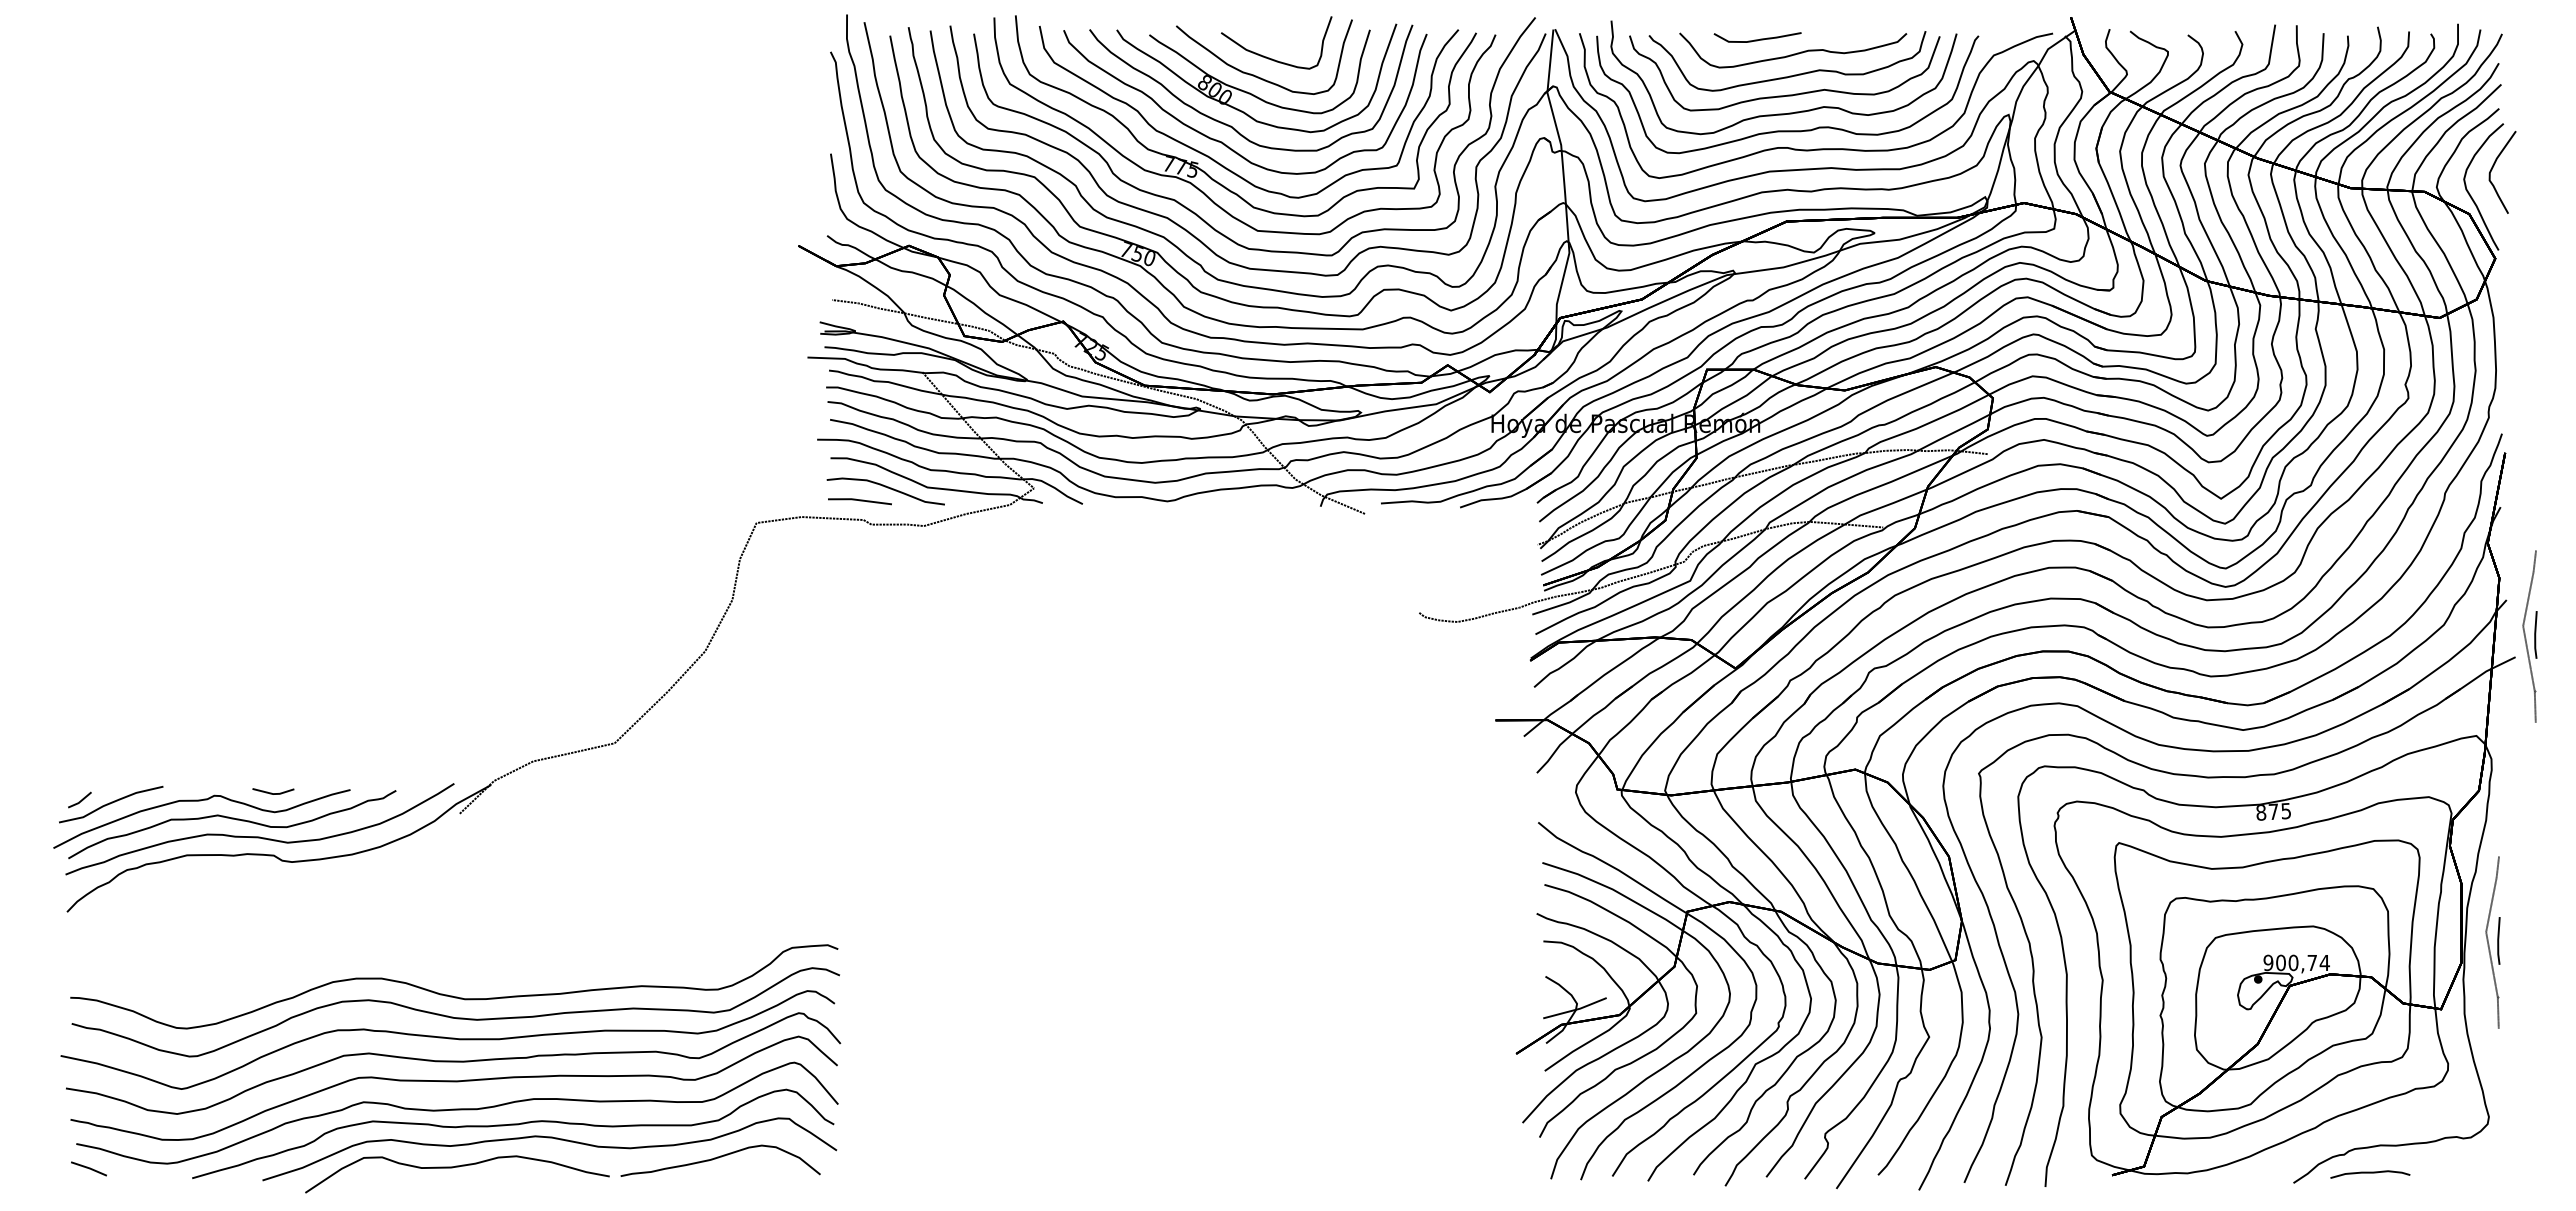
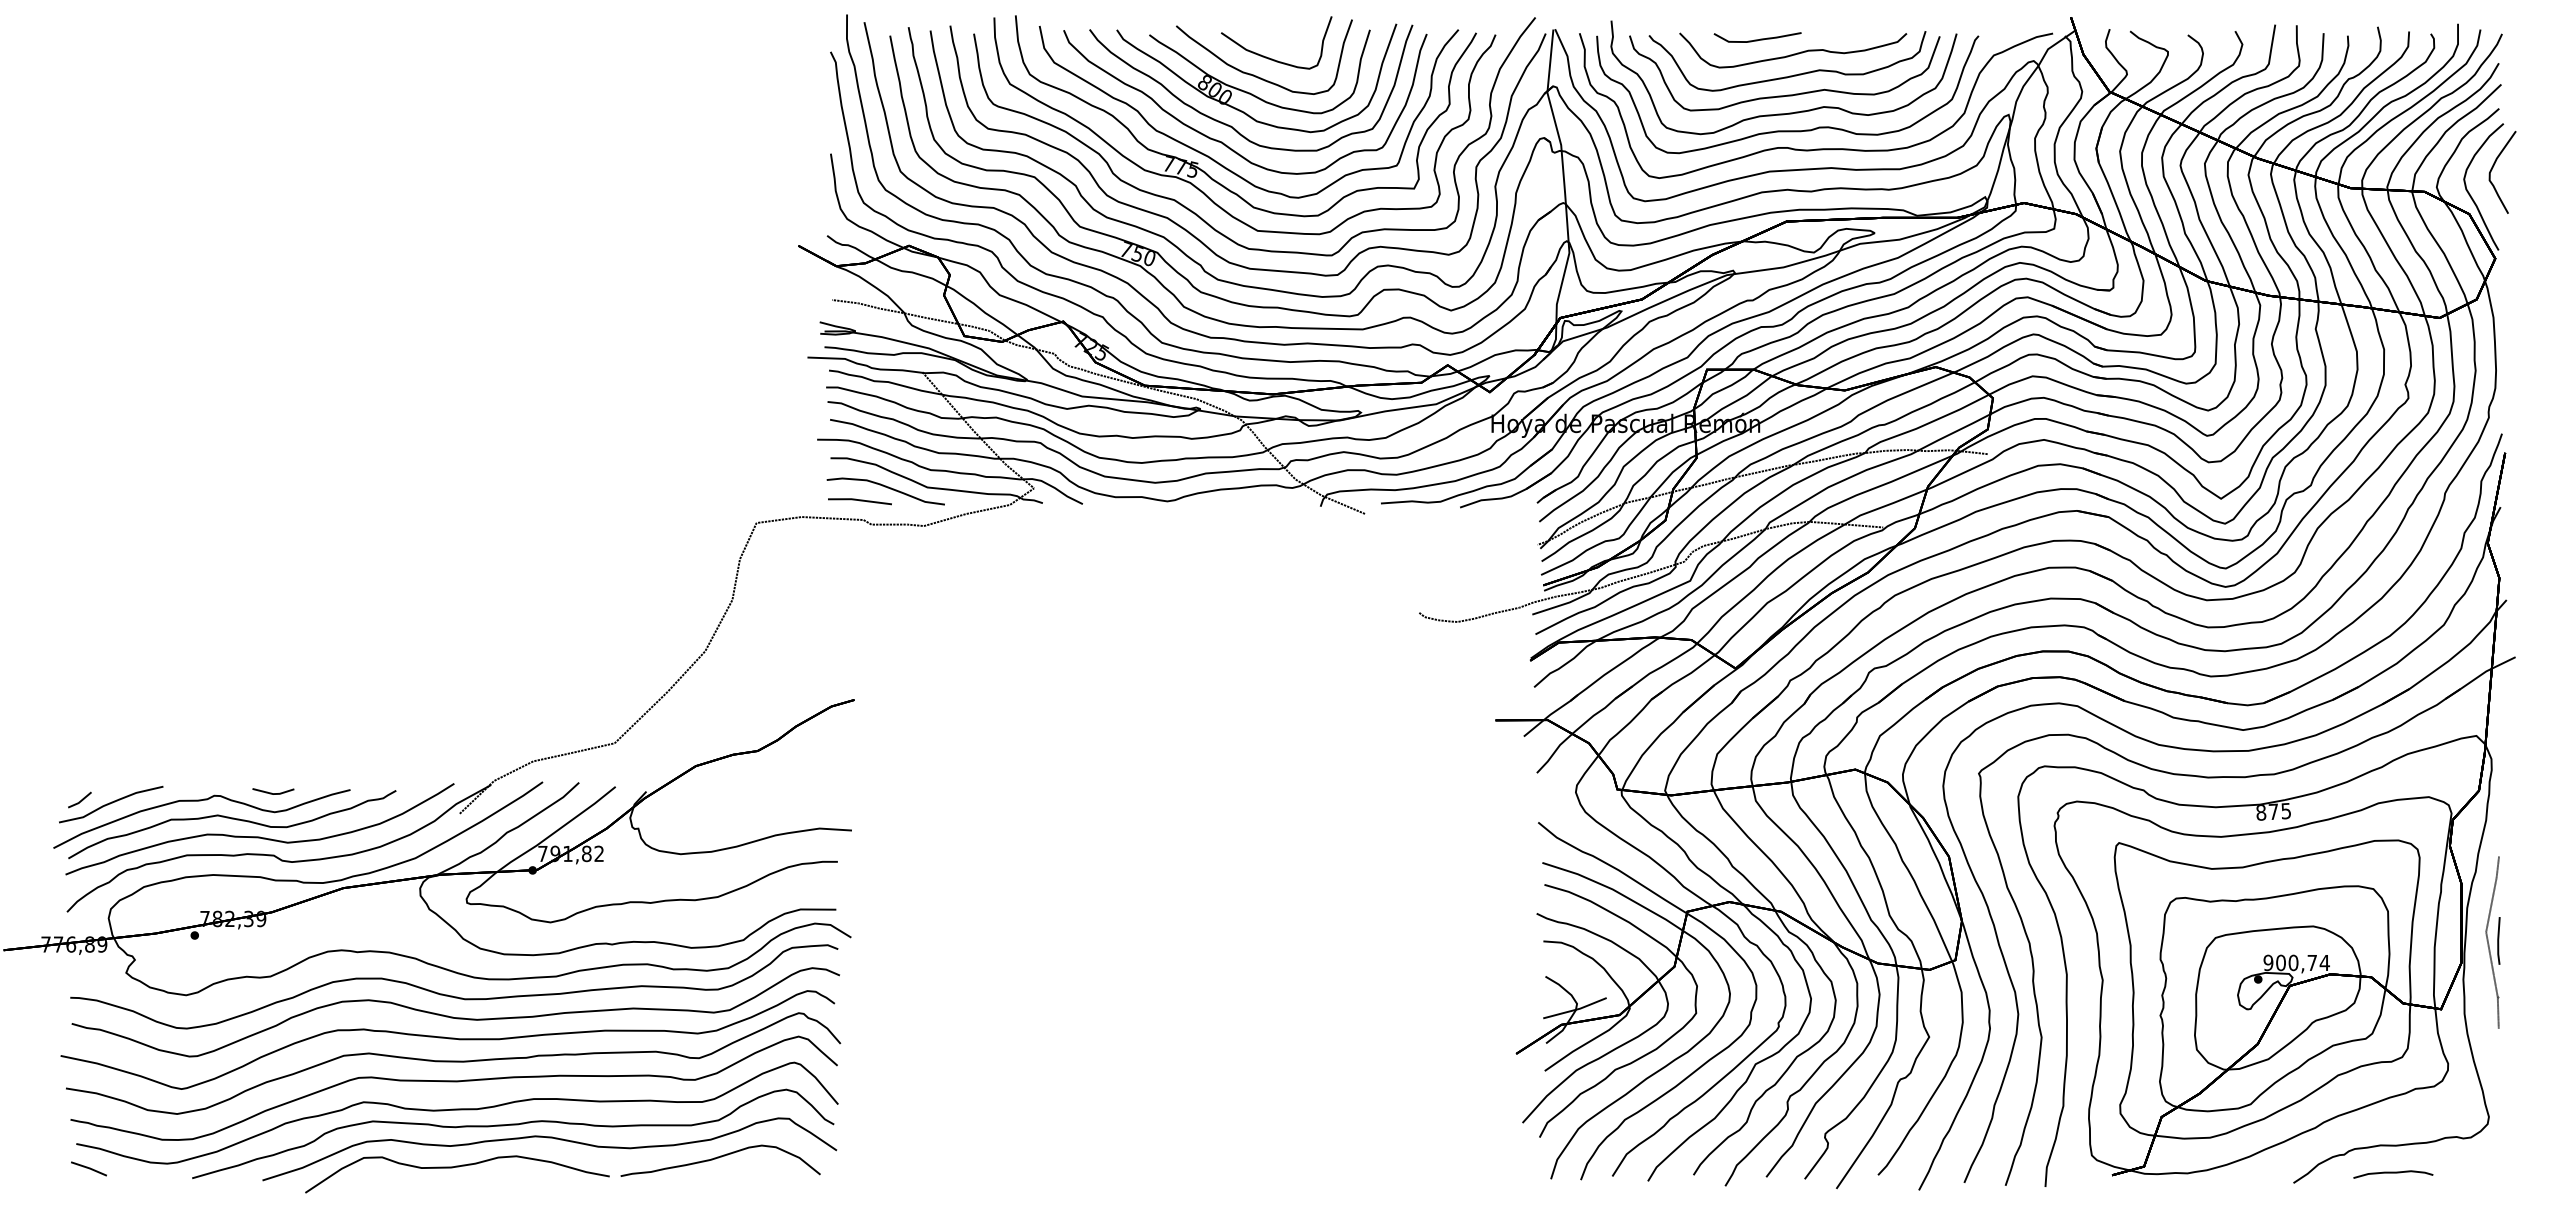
part at (2529, 636): present -> none
part at (428, 847): none -> present
curve at (2370, 1173) position: (2370, 1173) -> (2393, 1173)
